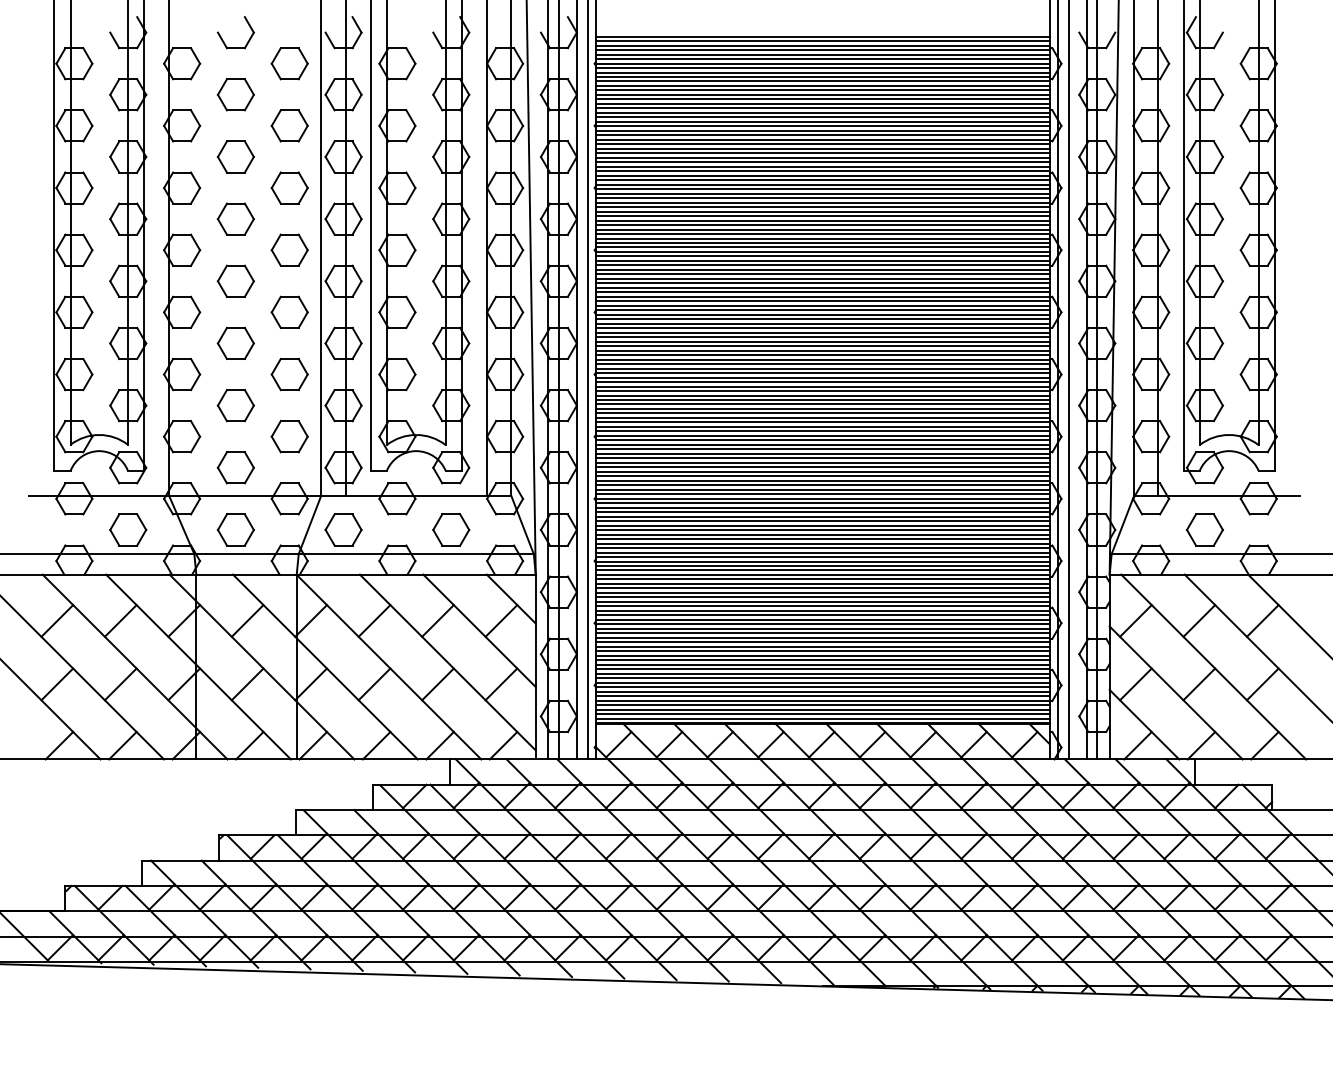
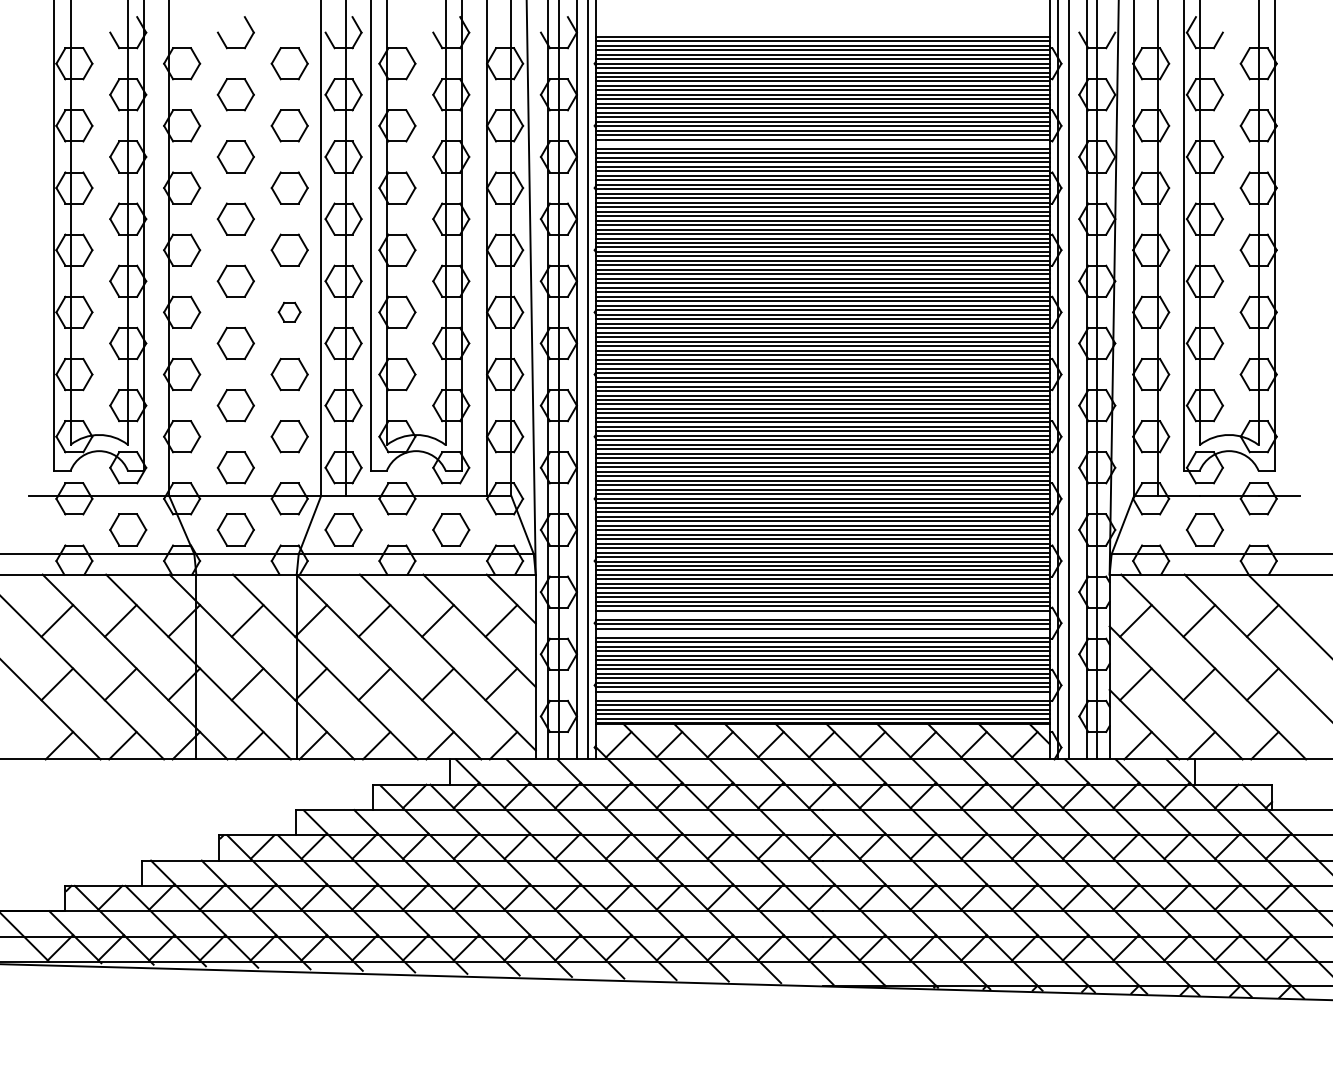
line at (822, 144): present -> none
part at (289, 311) size: 39x34 px -> 25x22 px
line at (822, 615): present -> none
line at (822, 633): present -> none
line at (822, 696): present -> none
